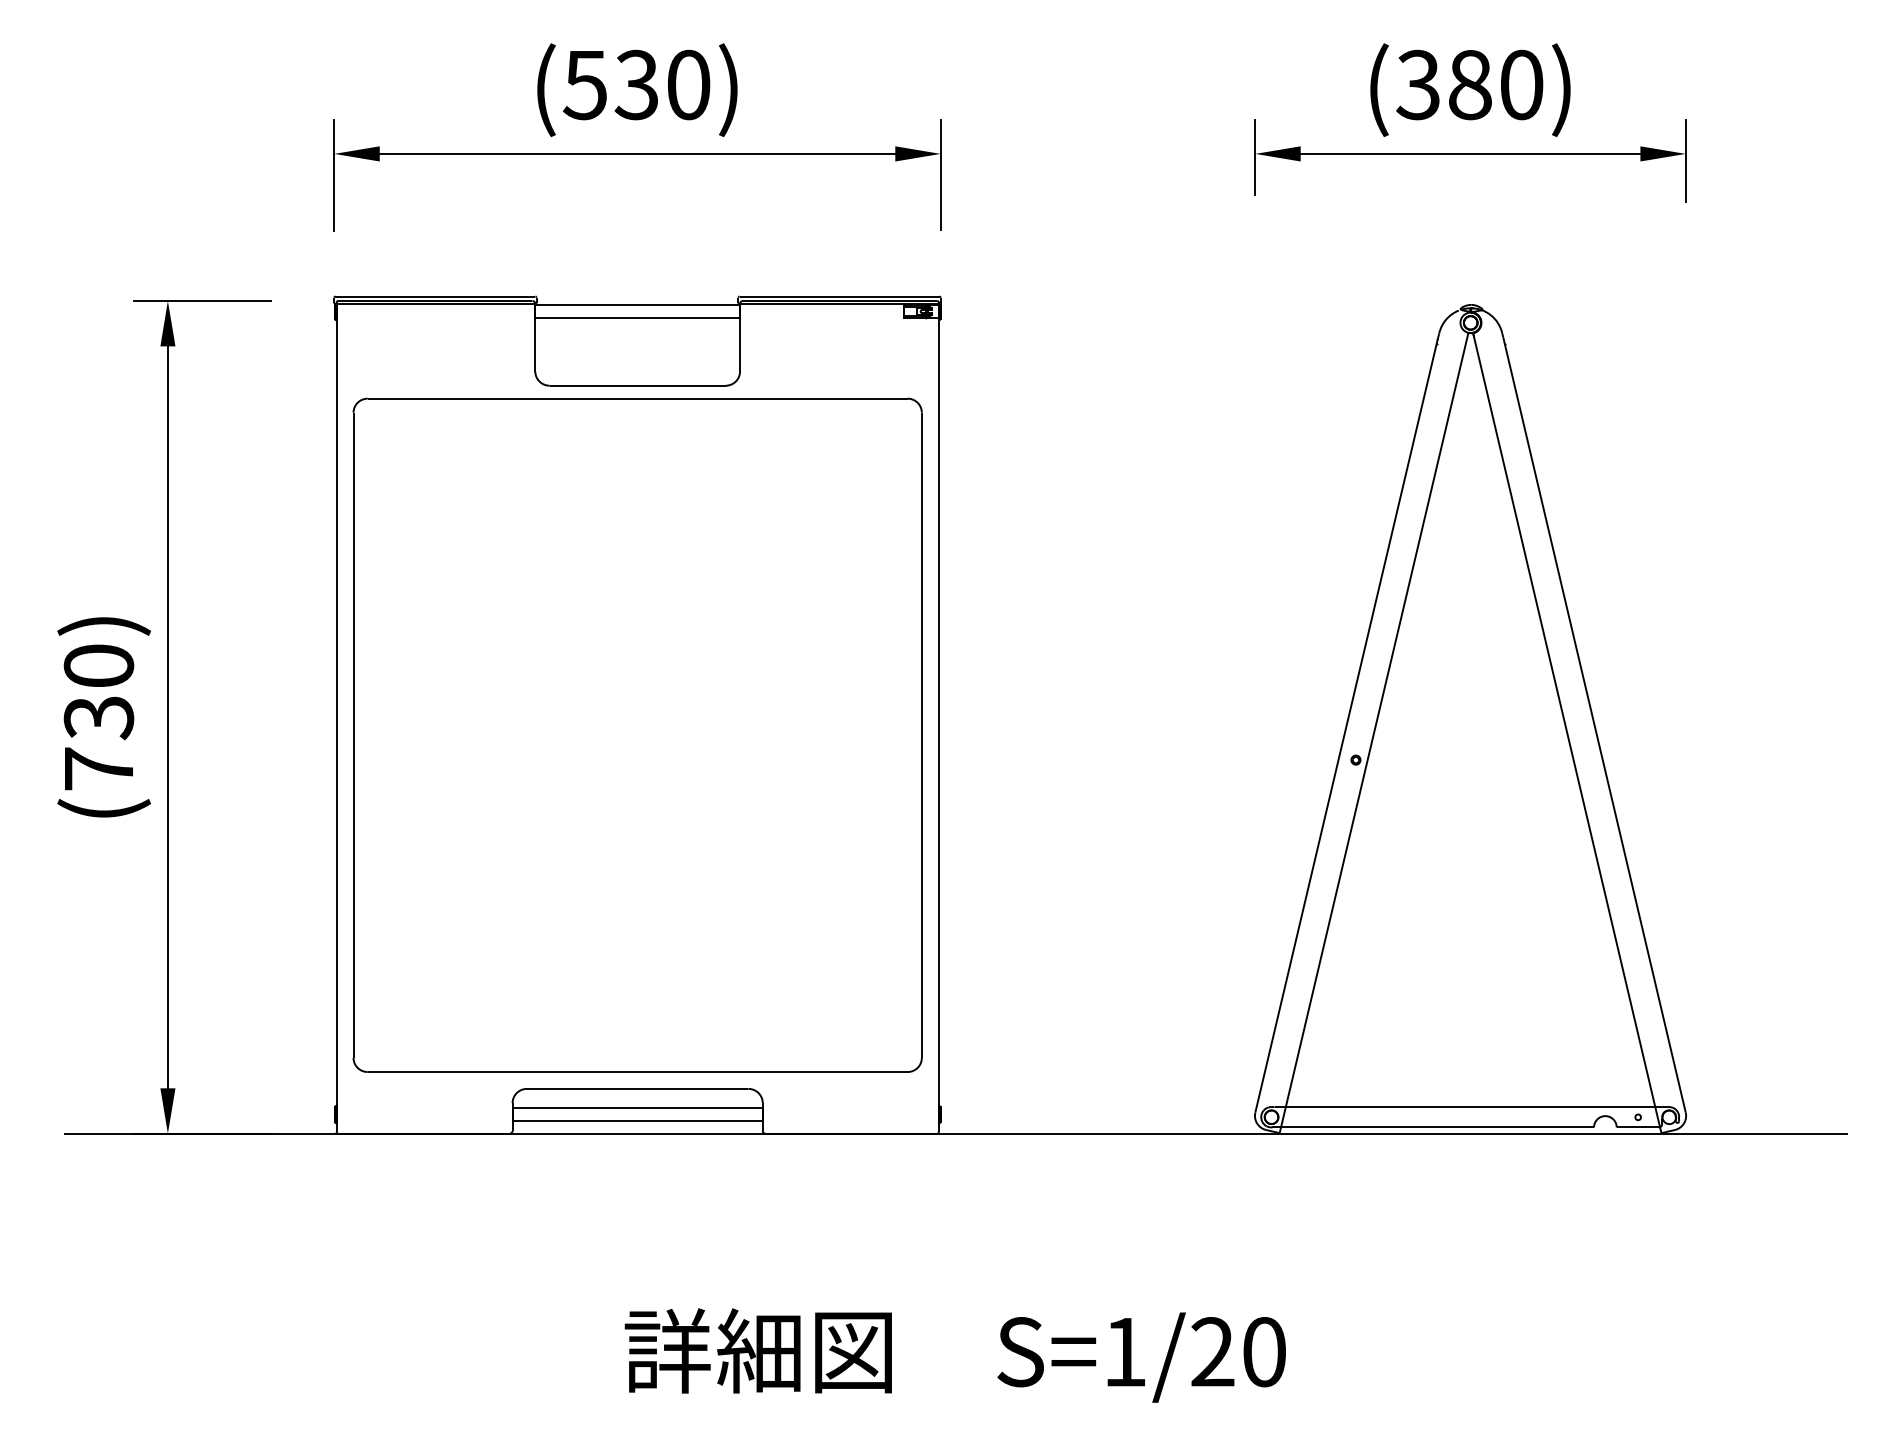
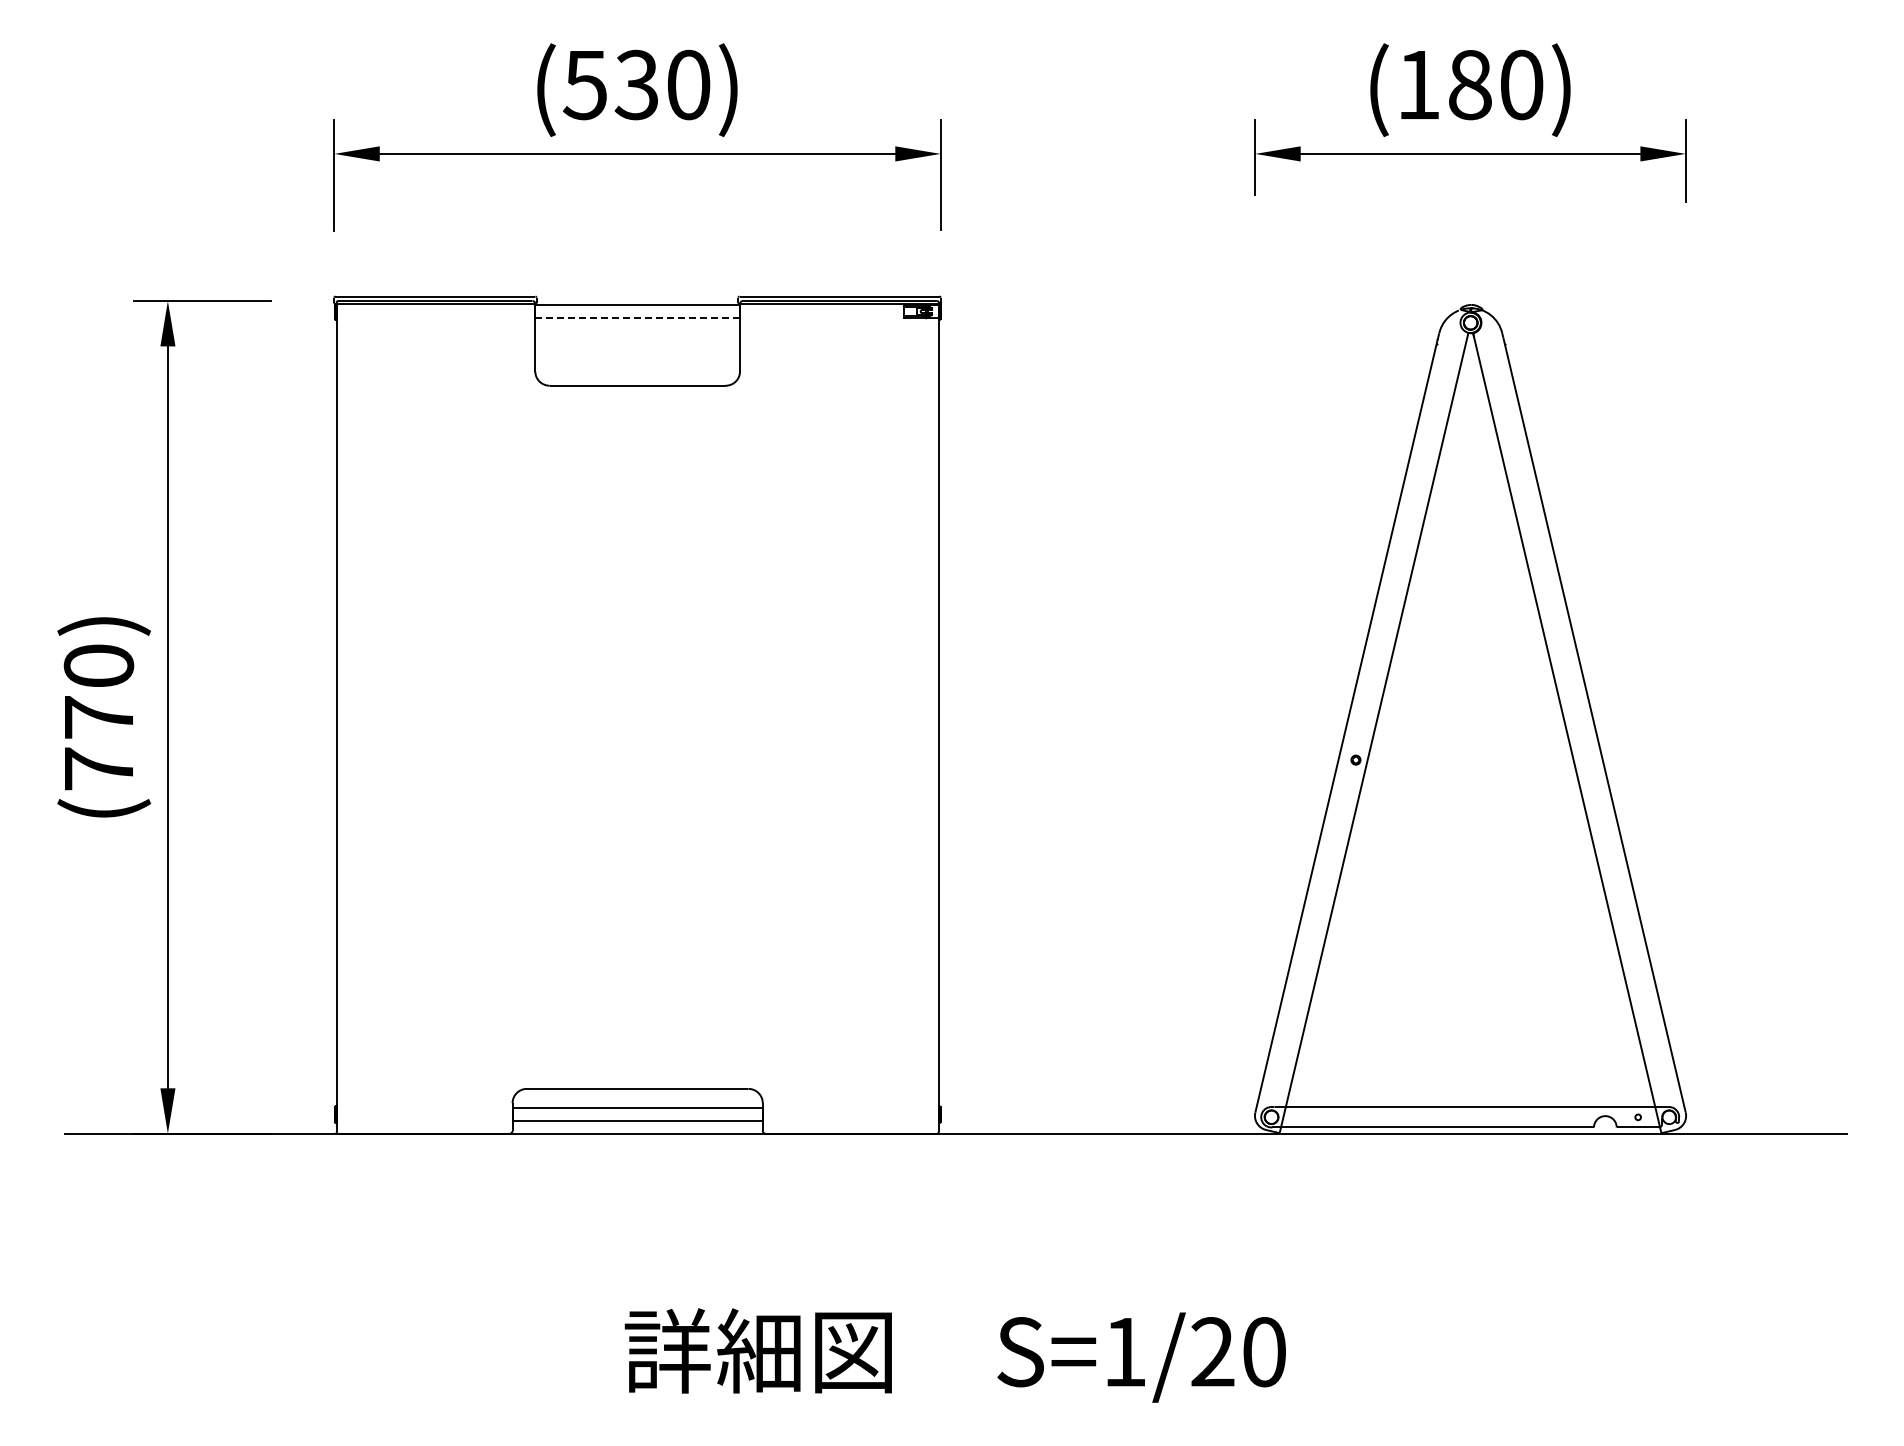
text at (1417, 84): (380) -> (180)
line at (637, 318): solid -> dashed
text at (98, 718): (730) -> (770)
part at (637, 734): present -> none
